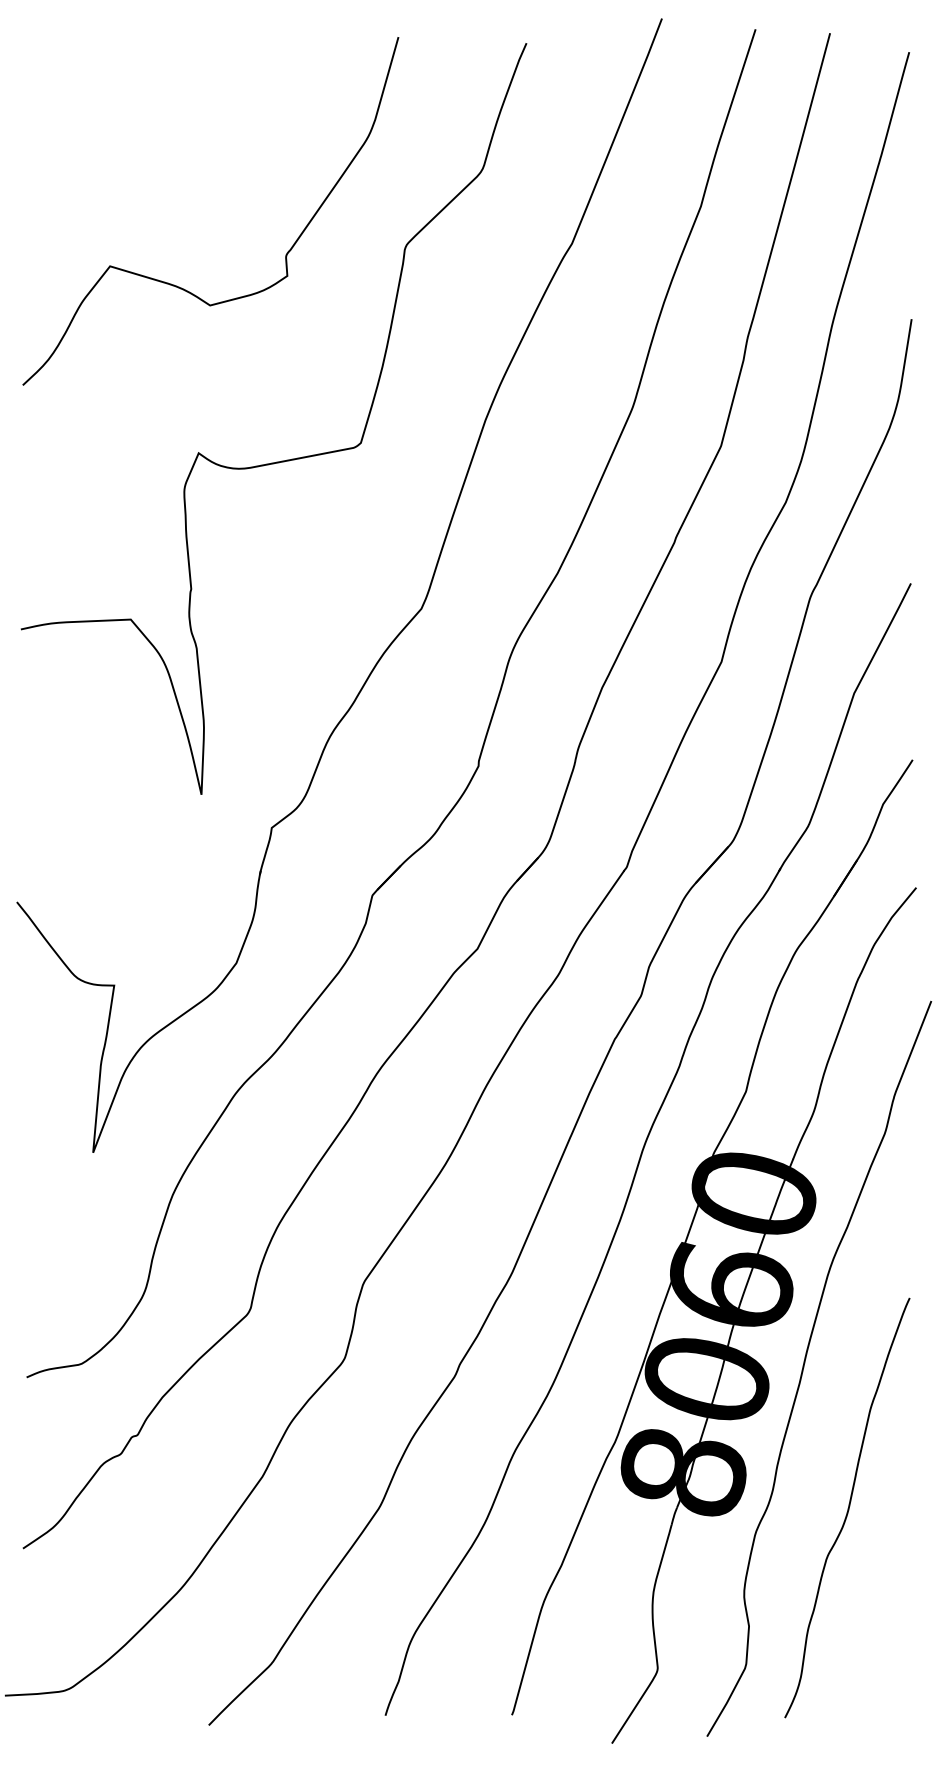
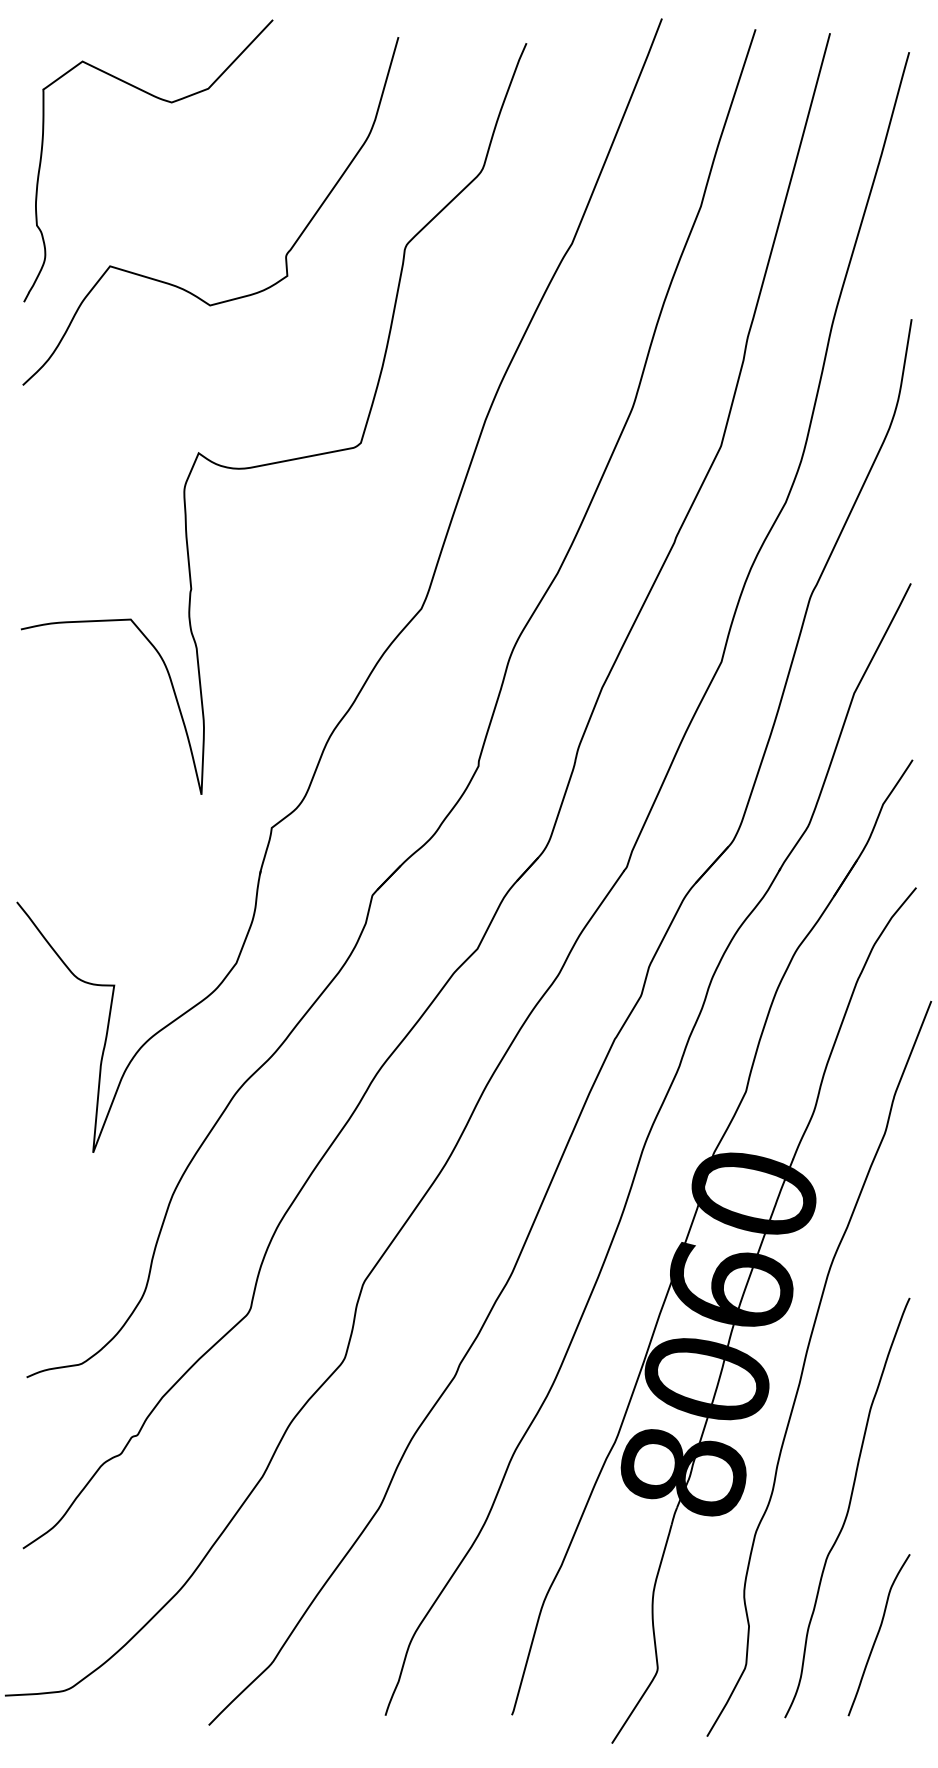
curve at (167, 102): none -> present
curve at (878, 1635): none -> present
